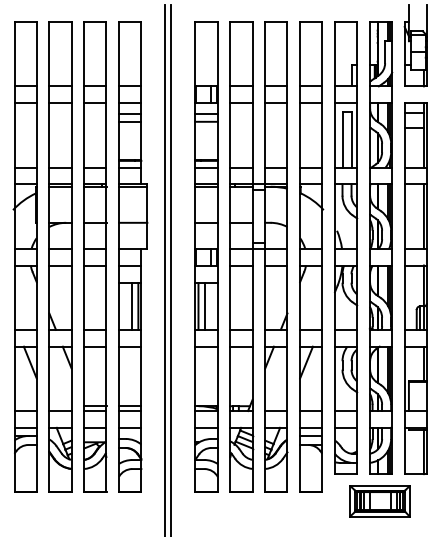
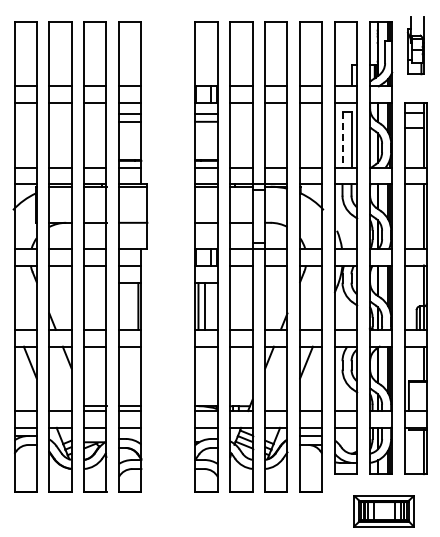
part at (415, 45) size: 25x84 px -> 19x60 px
line at (342, 139): solid -> dashed
line at (165, 269): present -> none
line at (171, 269): present -> none
line at (132, 305): present -> none
part at (379, 501) position: (379, 501) -> (383, 511)
